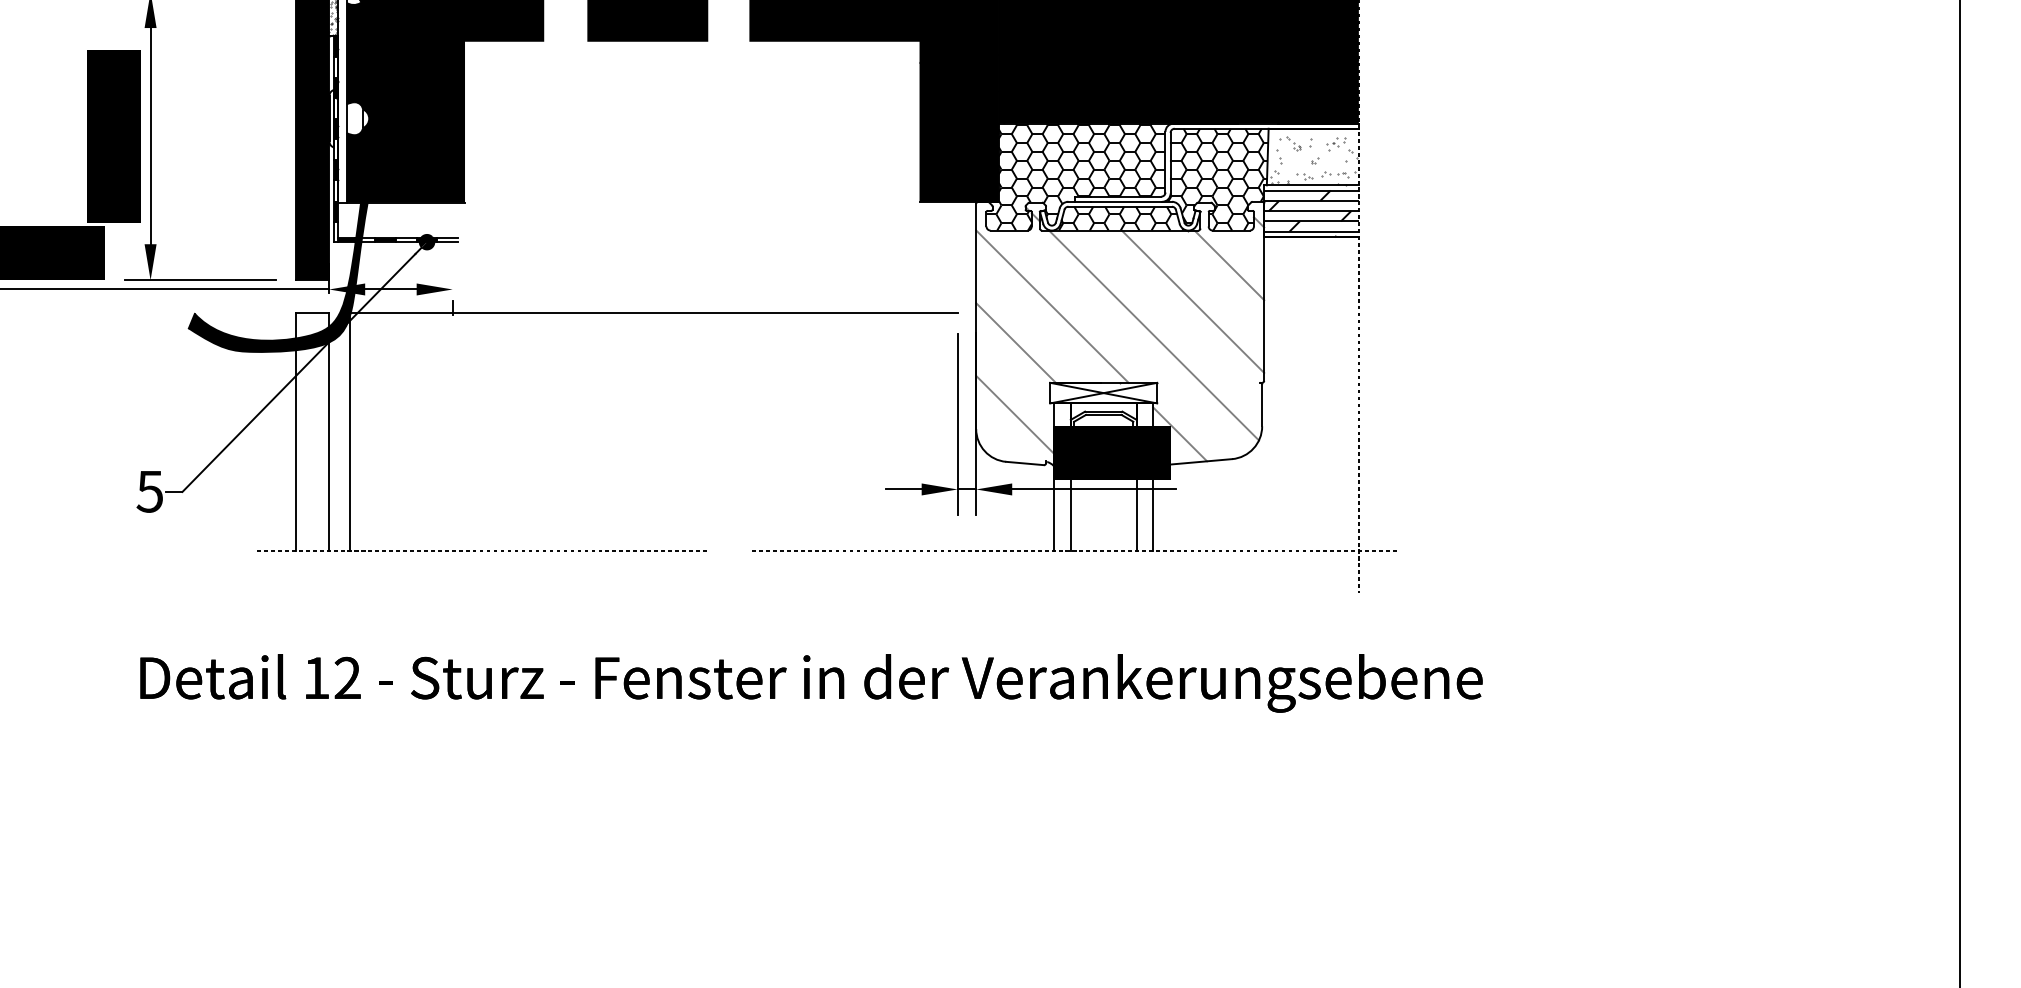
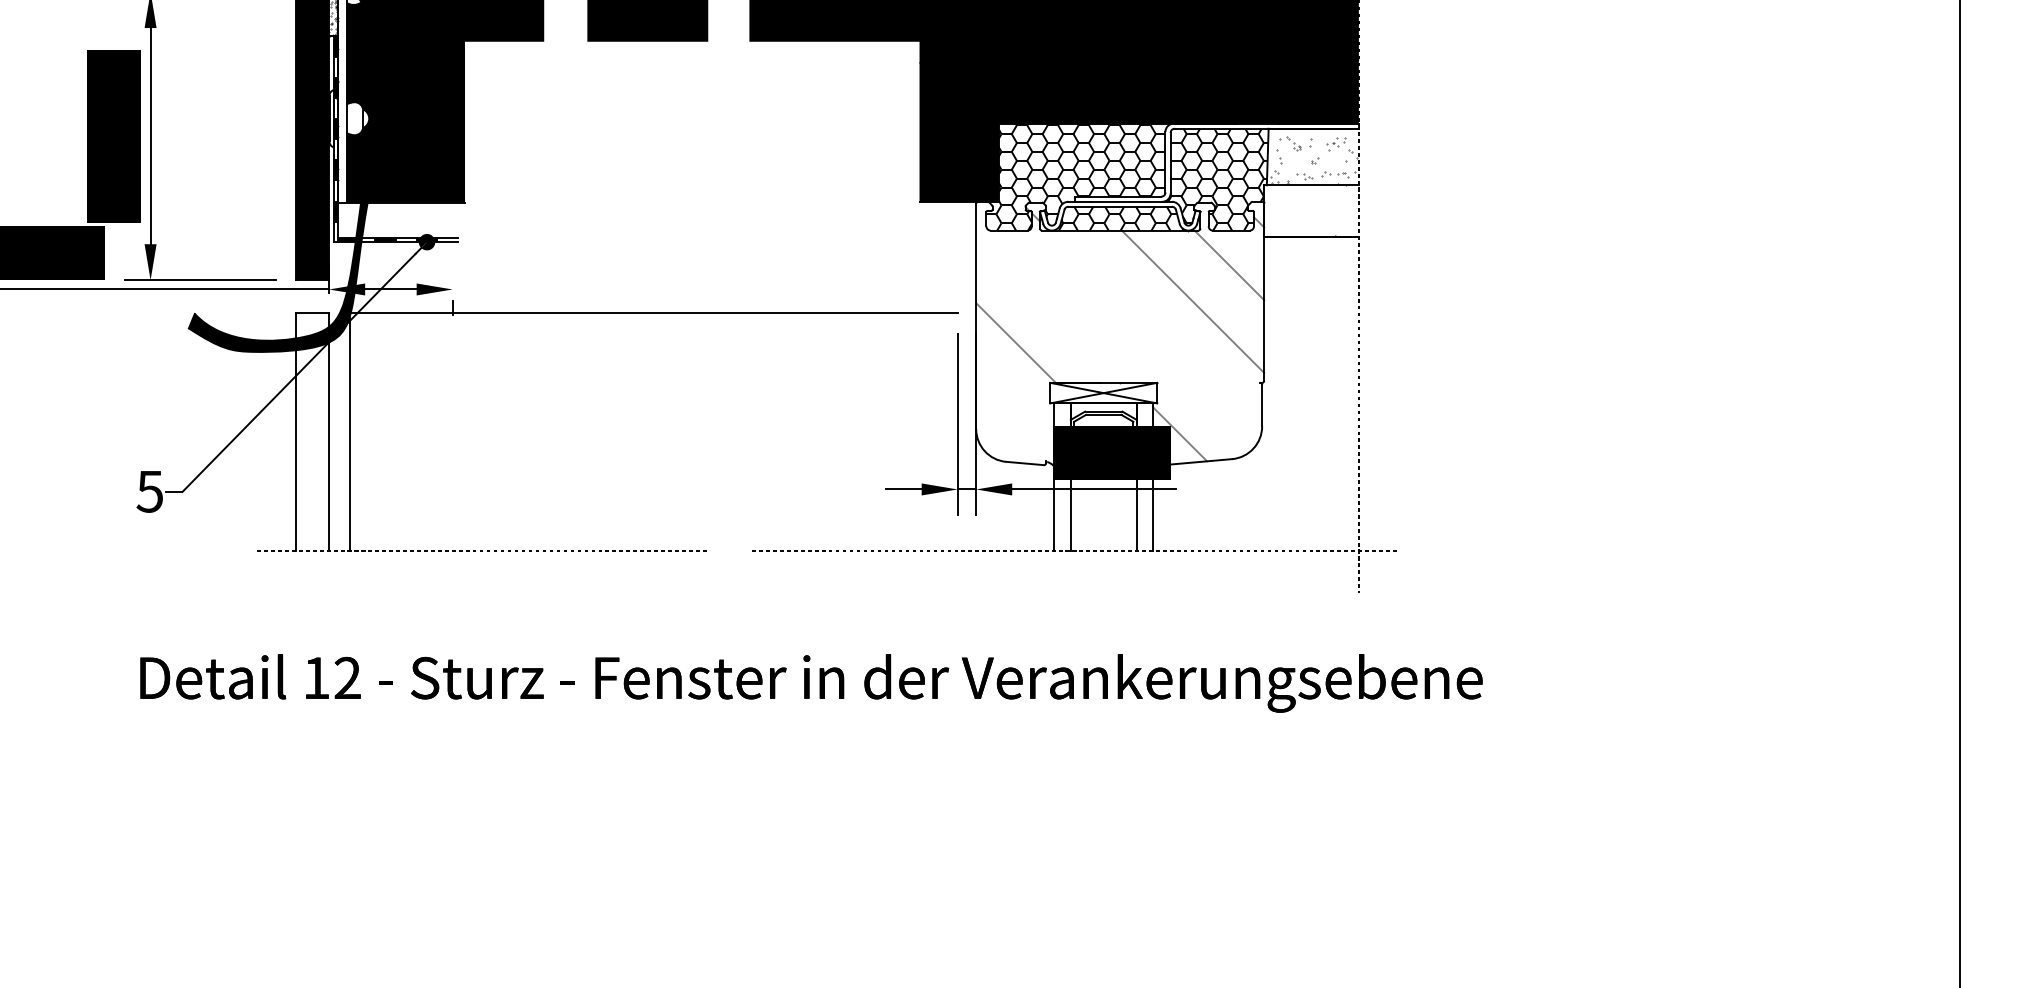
hatch at (1311, 210): present -> none
line at (1052, 306): present -> none
line at (1154, 335): present -> none
line at (1015, 414): present -> none
